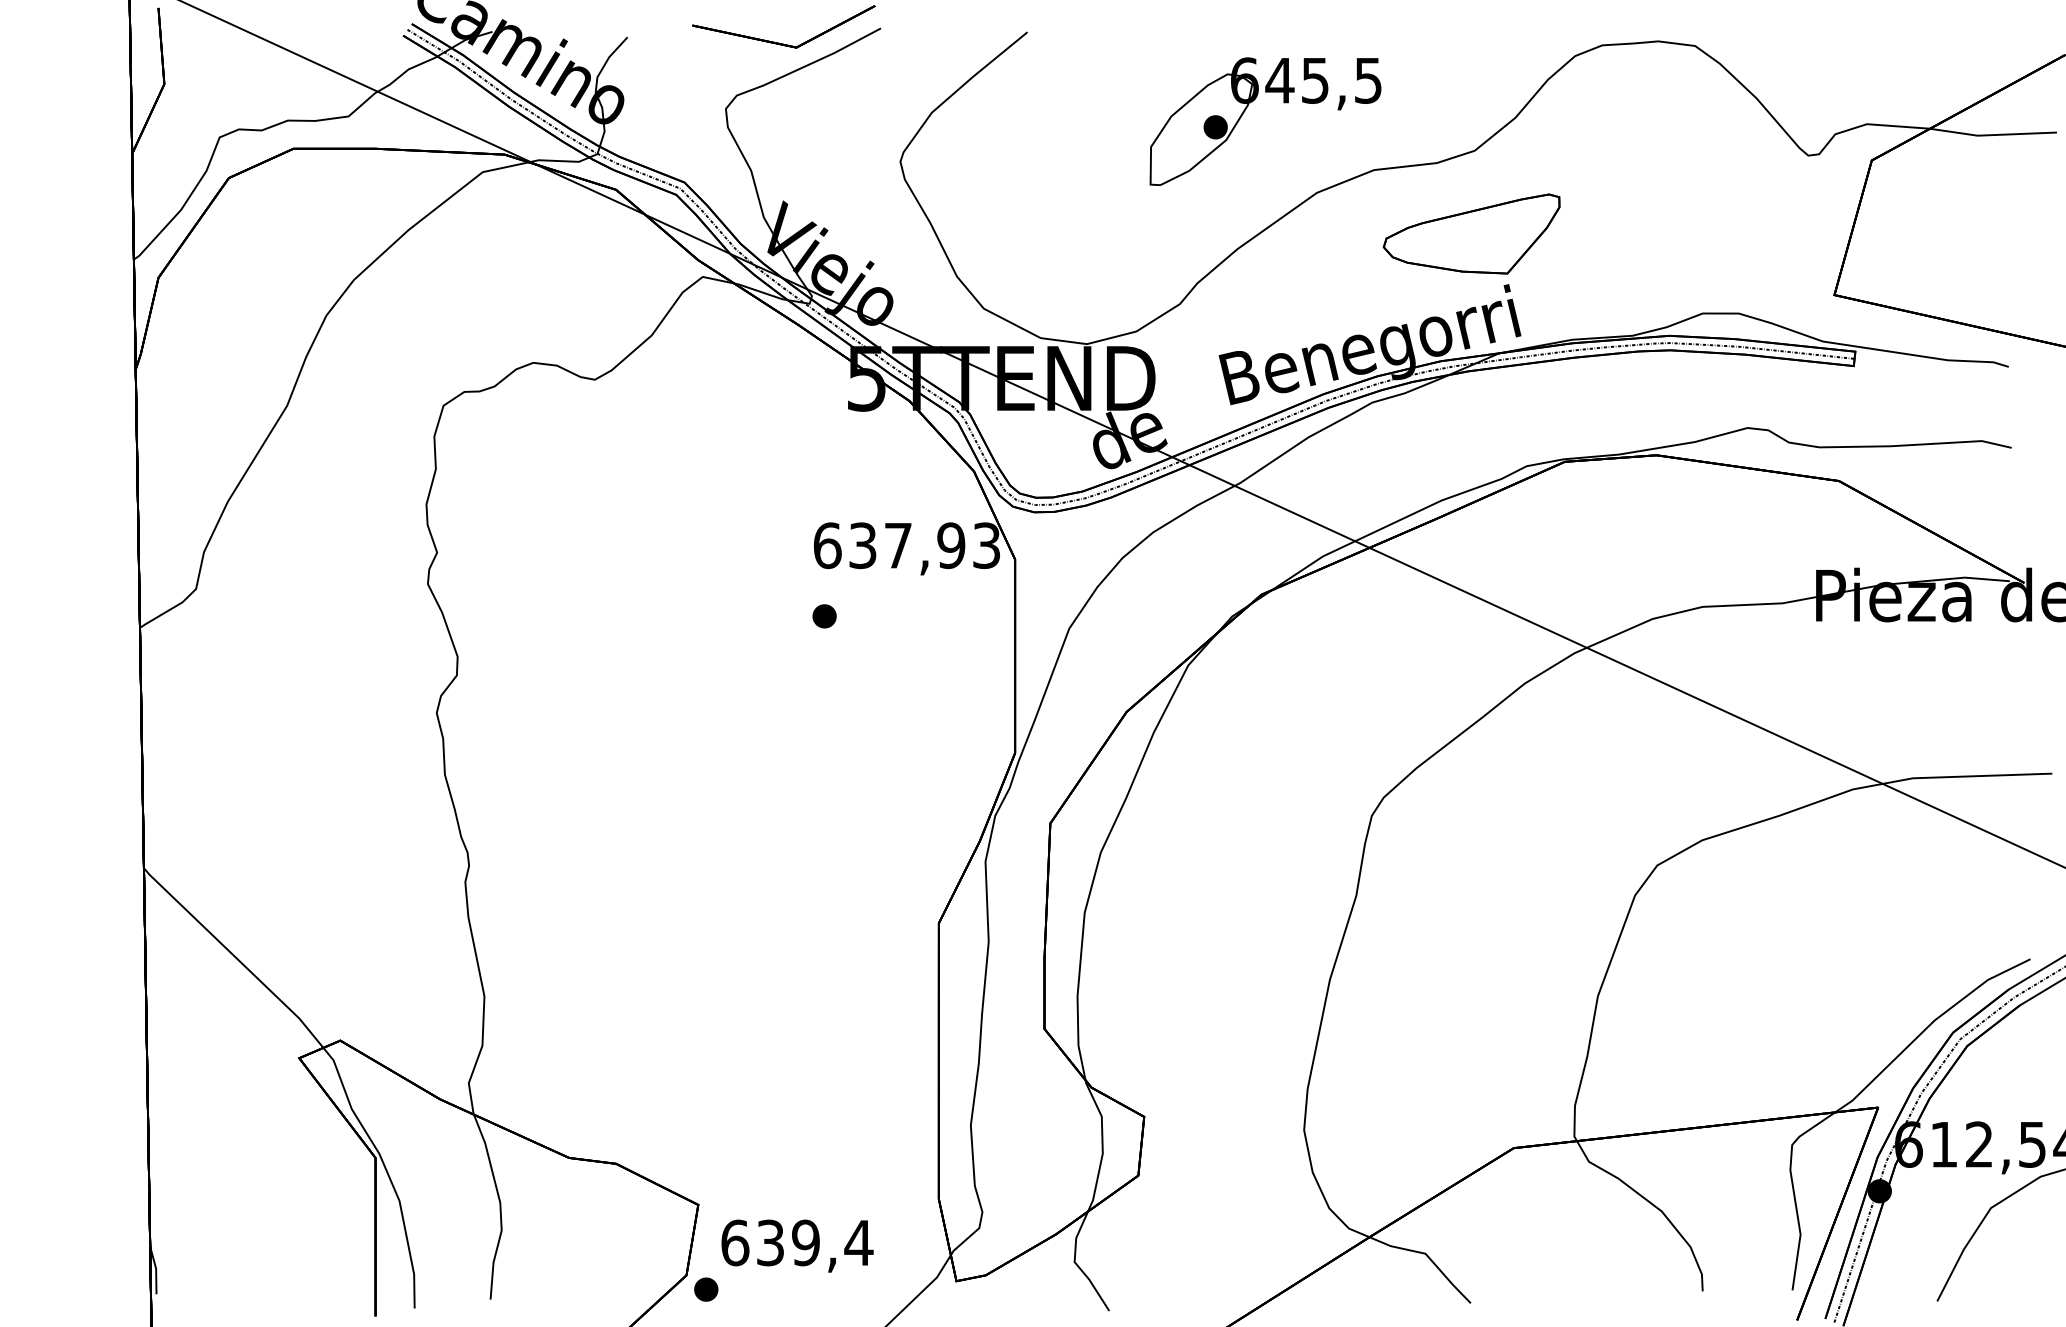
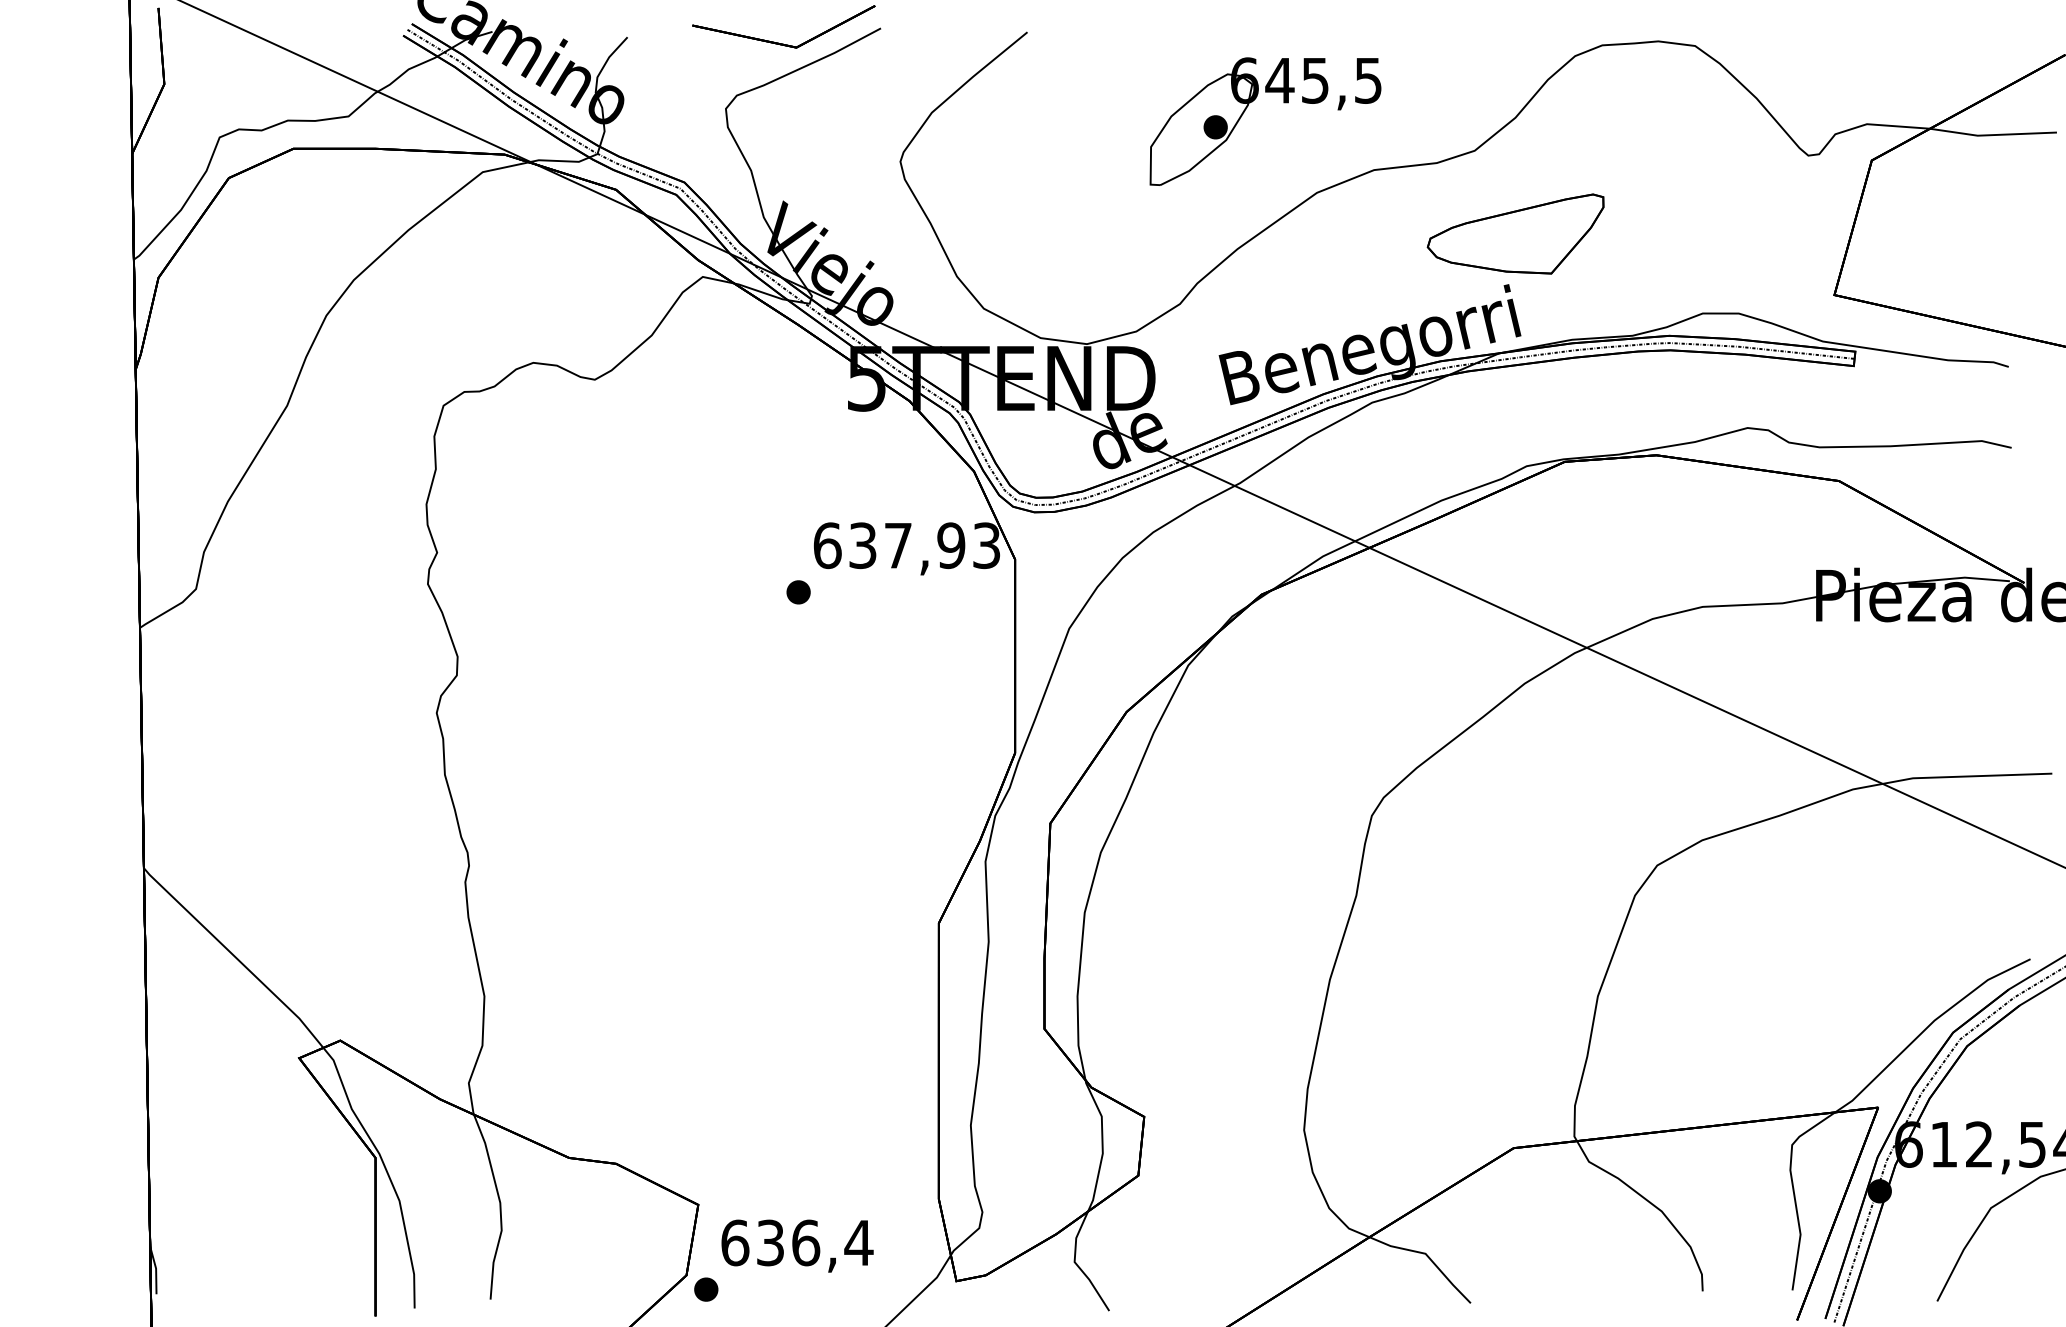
part at (1471, 233) position: (1471, 233) -> (1515, 233)
part at (824, 616) position: (824, 616) -> (798, 592)
text at (806, 1242): 639,4 -> 636,4
